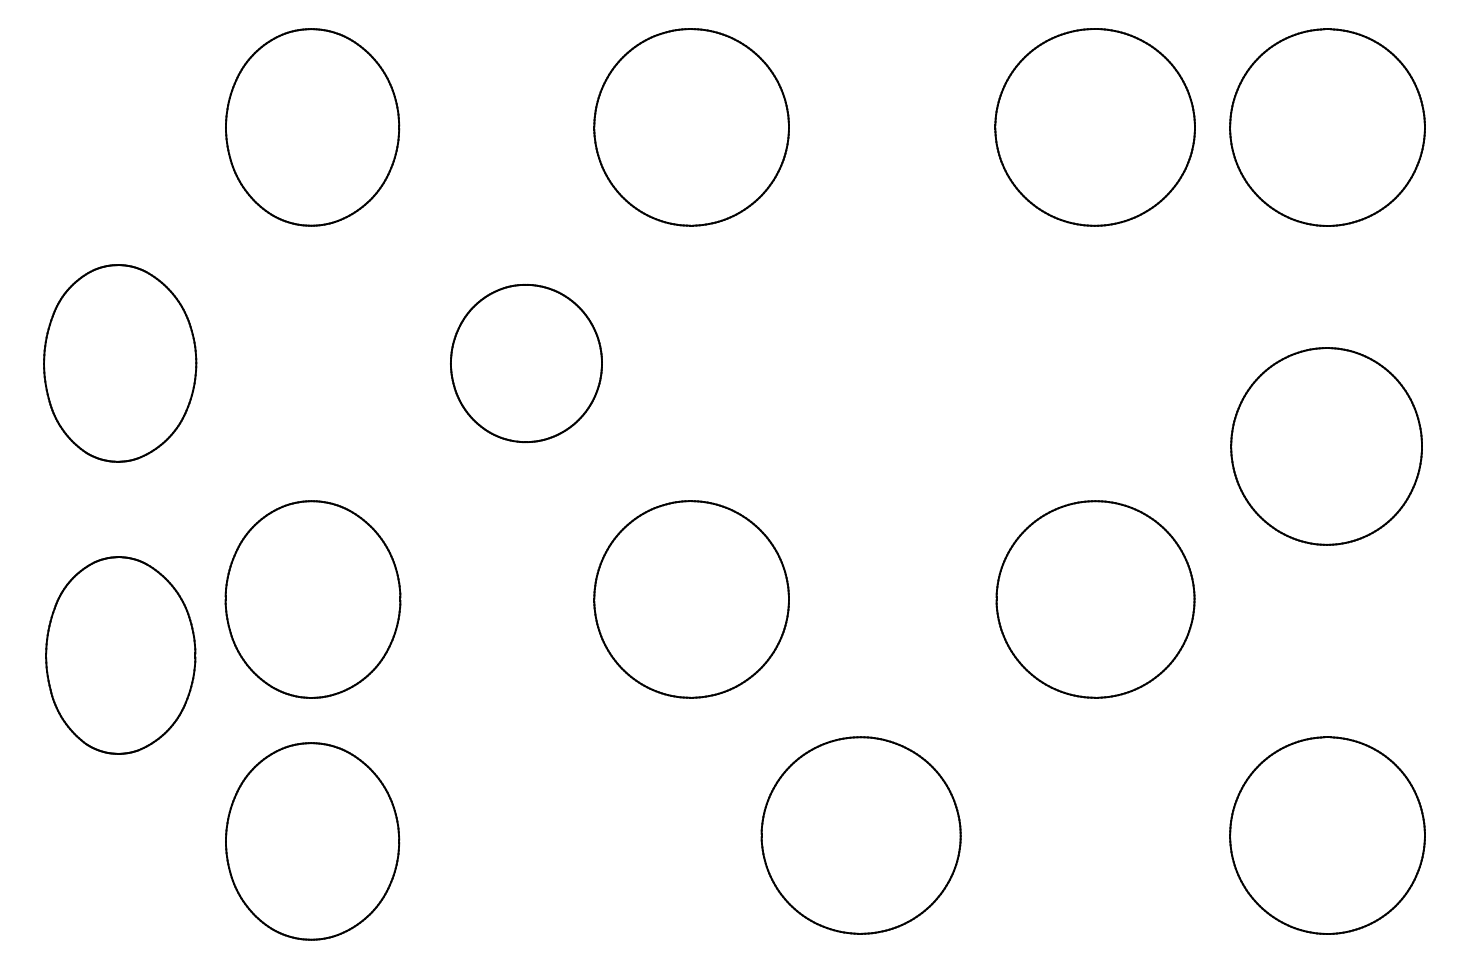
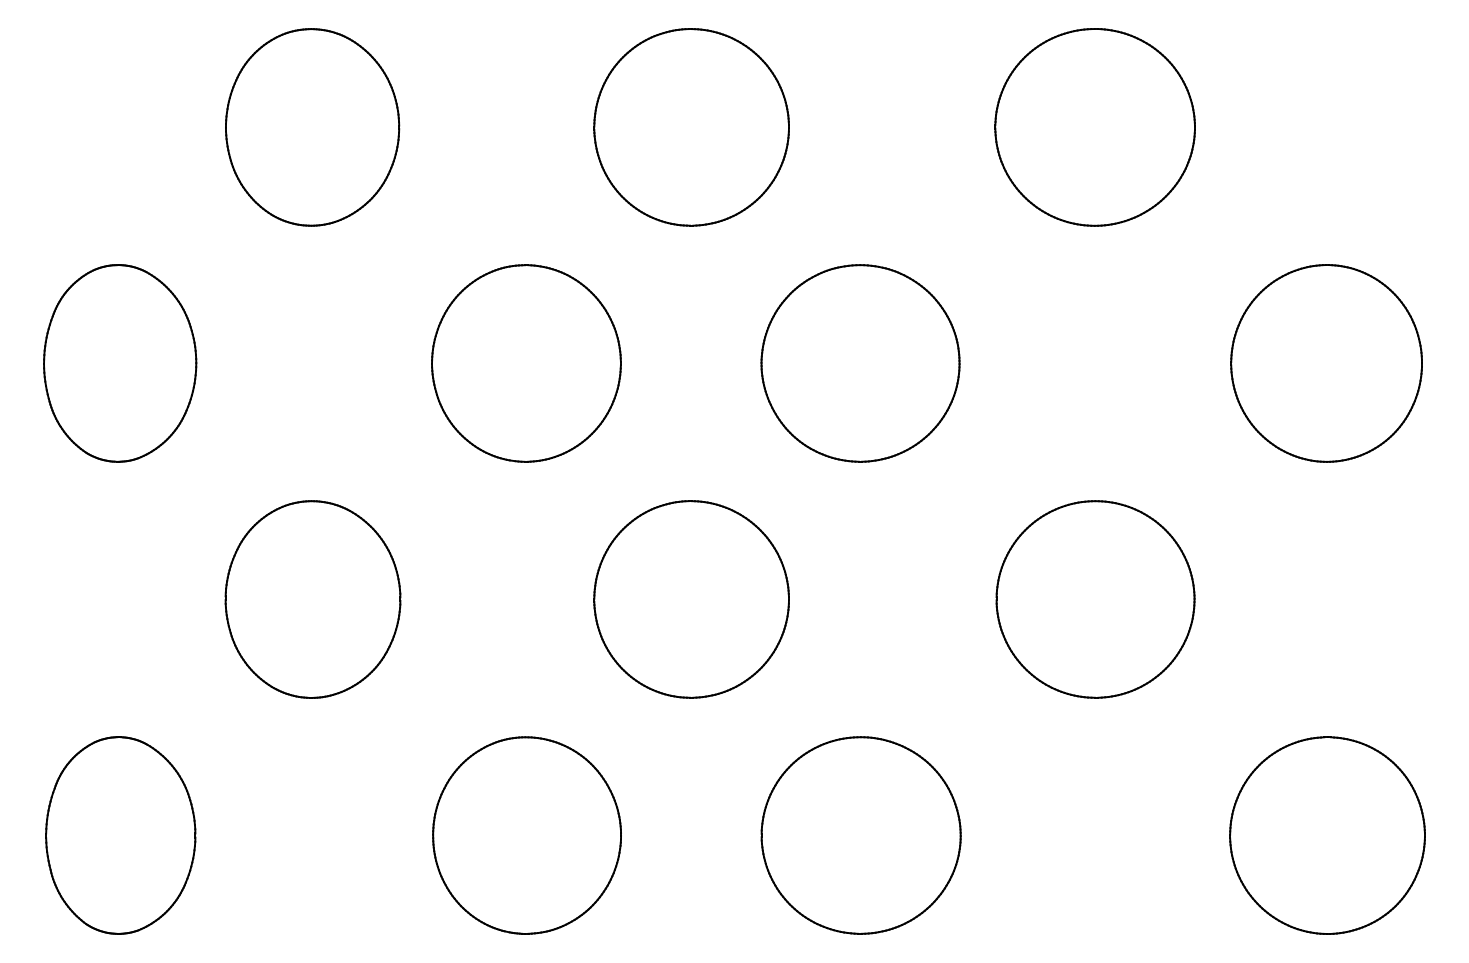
part at (1327, 127): present -> none
part at (526, 363) size: 153x160 px -> 191x199 px
part at (860, 363): none -> present
part at (1326, 446) position: (1326, 446) -> (1326, 363)
part at (120, 655) position: (120, 655) -> (120, 835)
part at (526, 835): none -> present
part at (312, 841): present -> none
